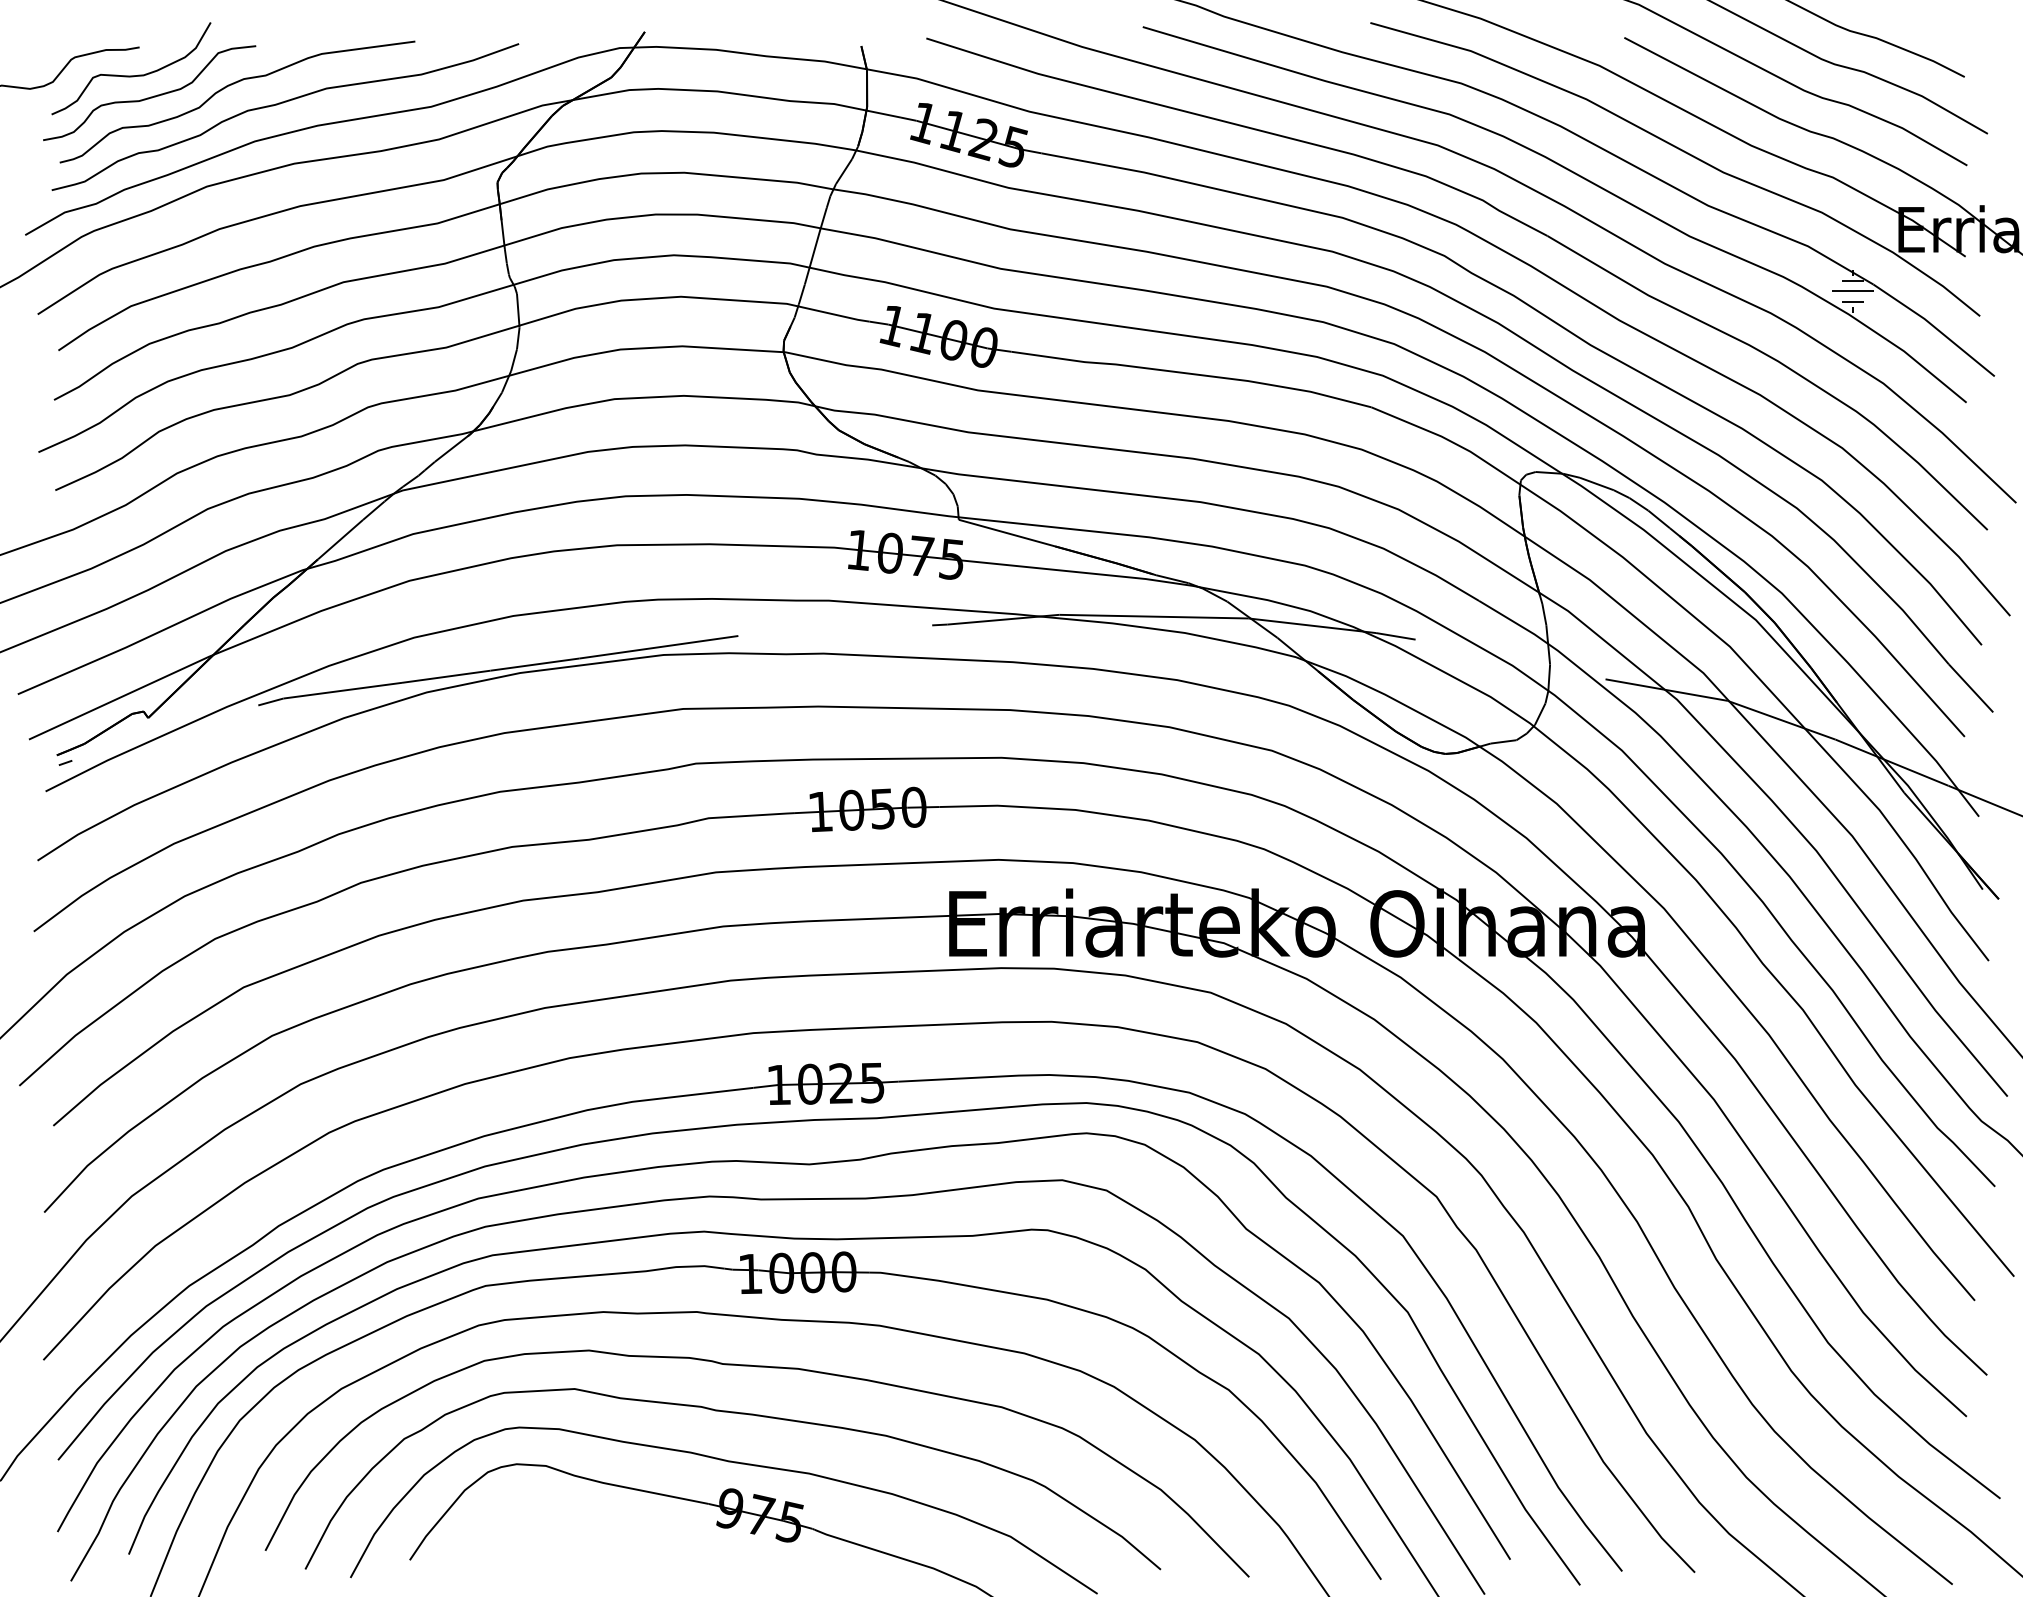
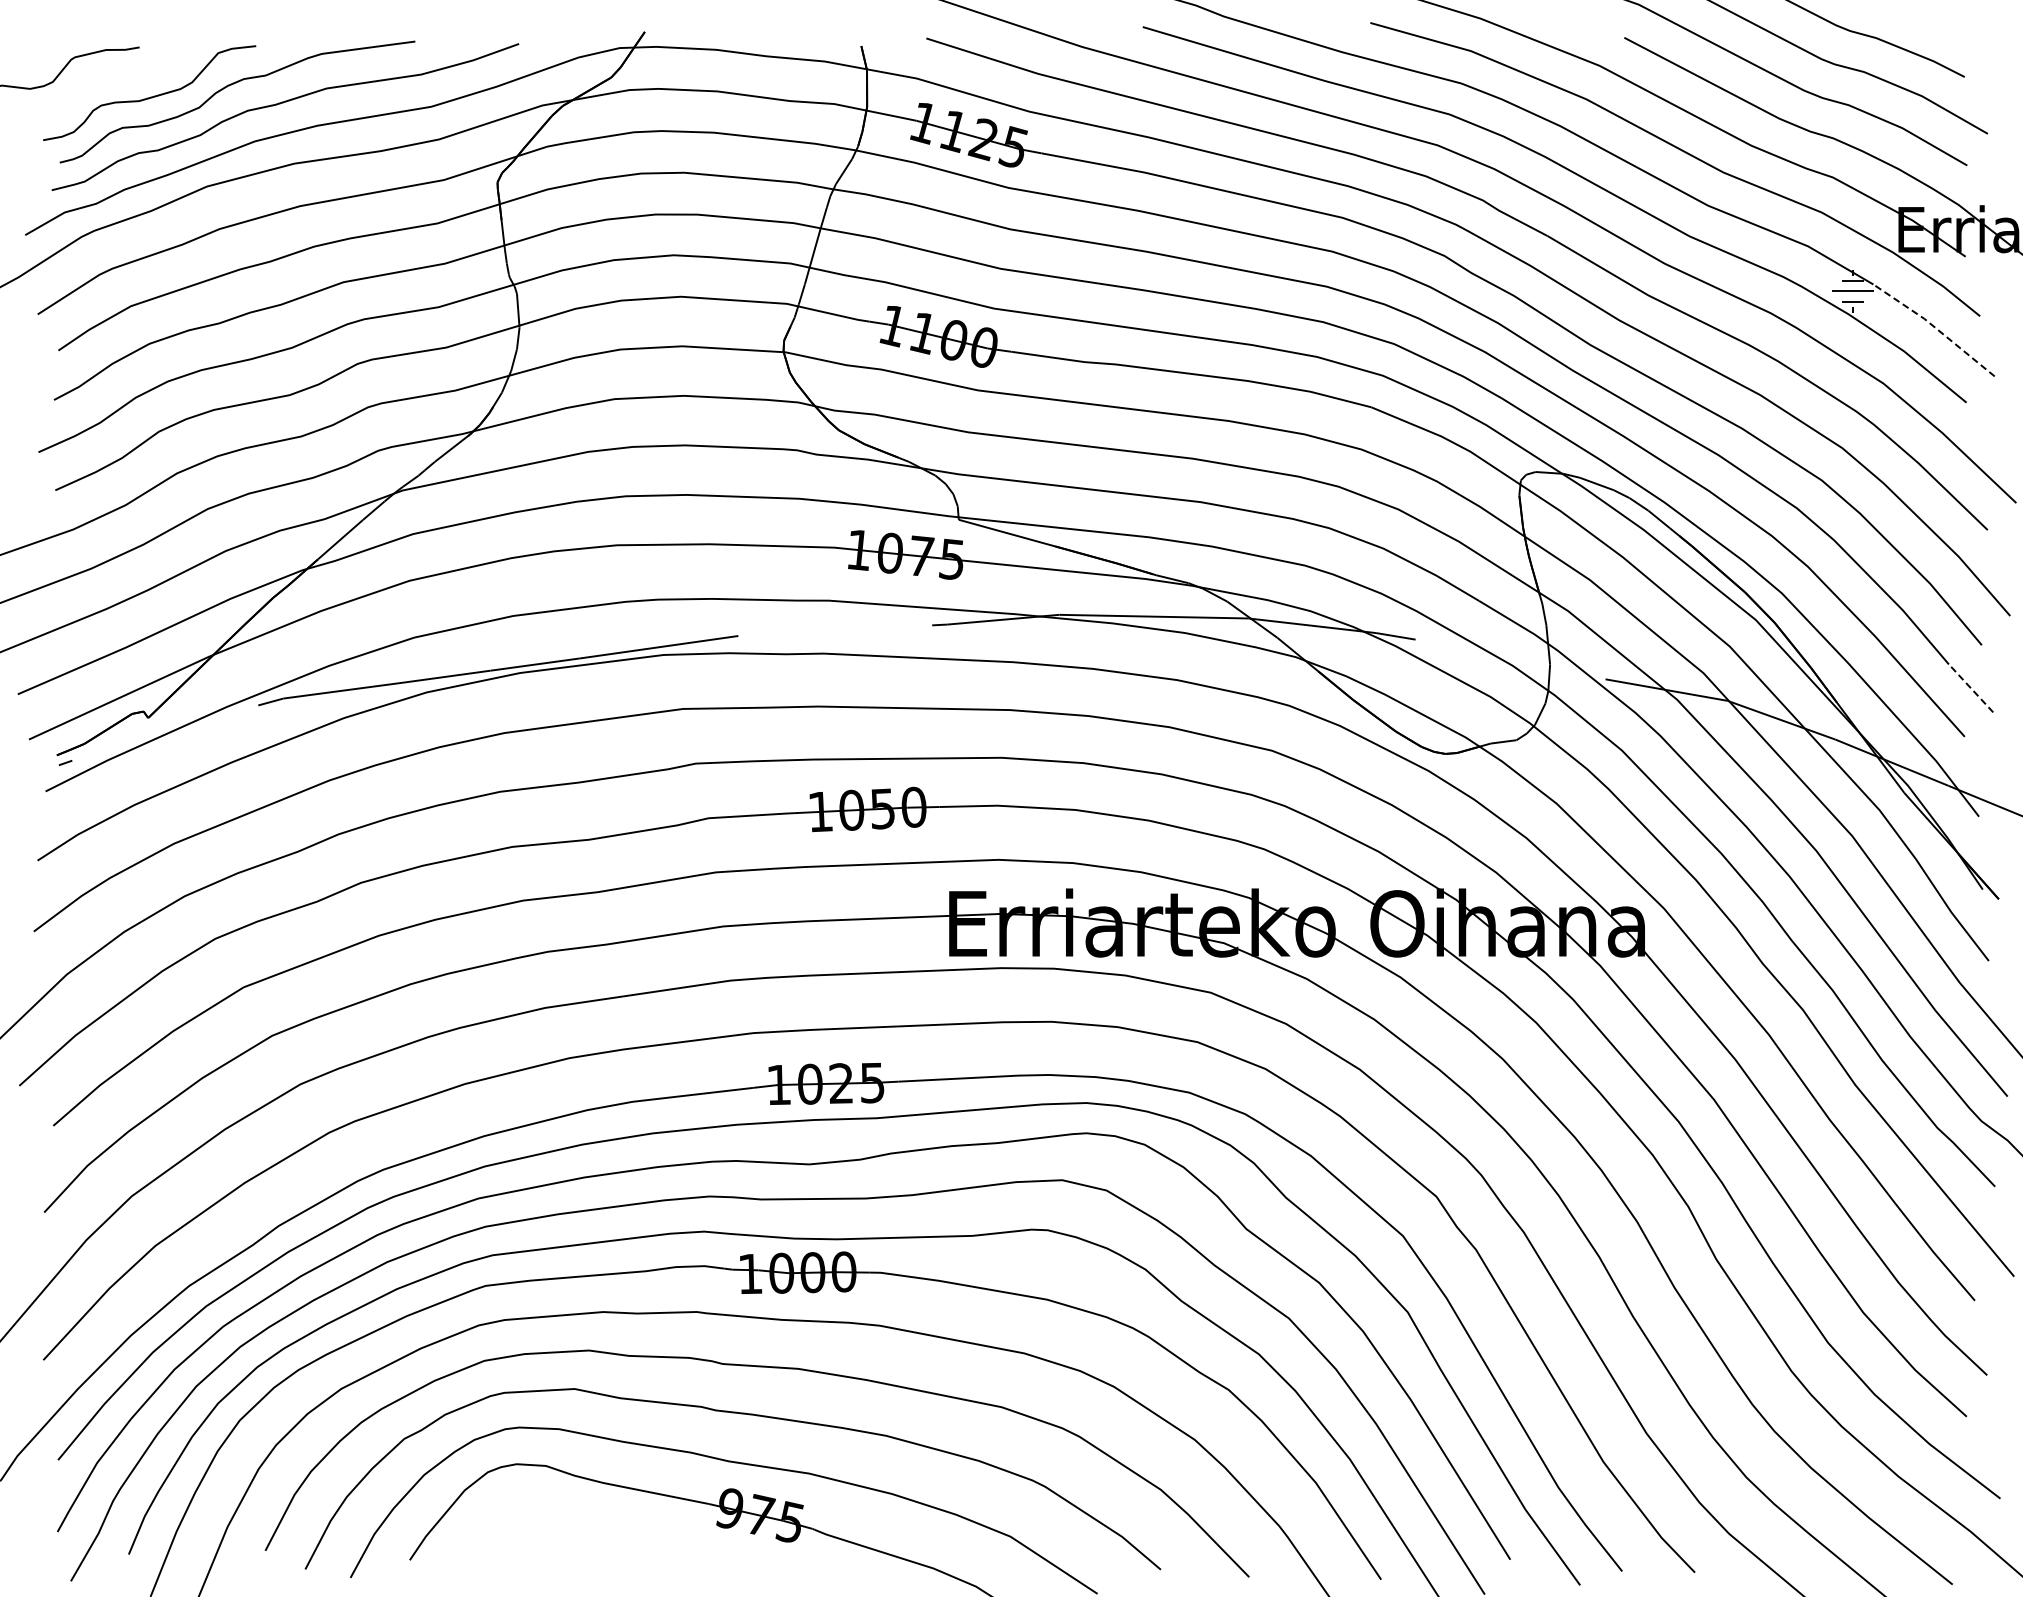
curve at (131, 75): present -> none
line at (1935, 327): solid -> dashed
line at (1971, 688): solid -> dashed
